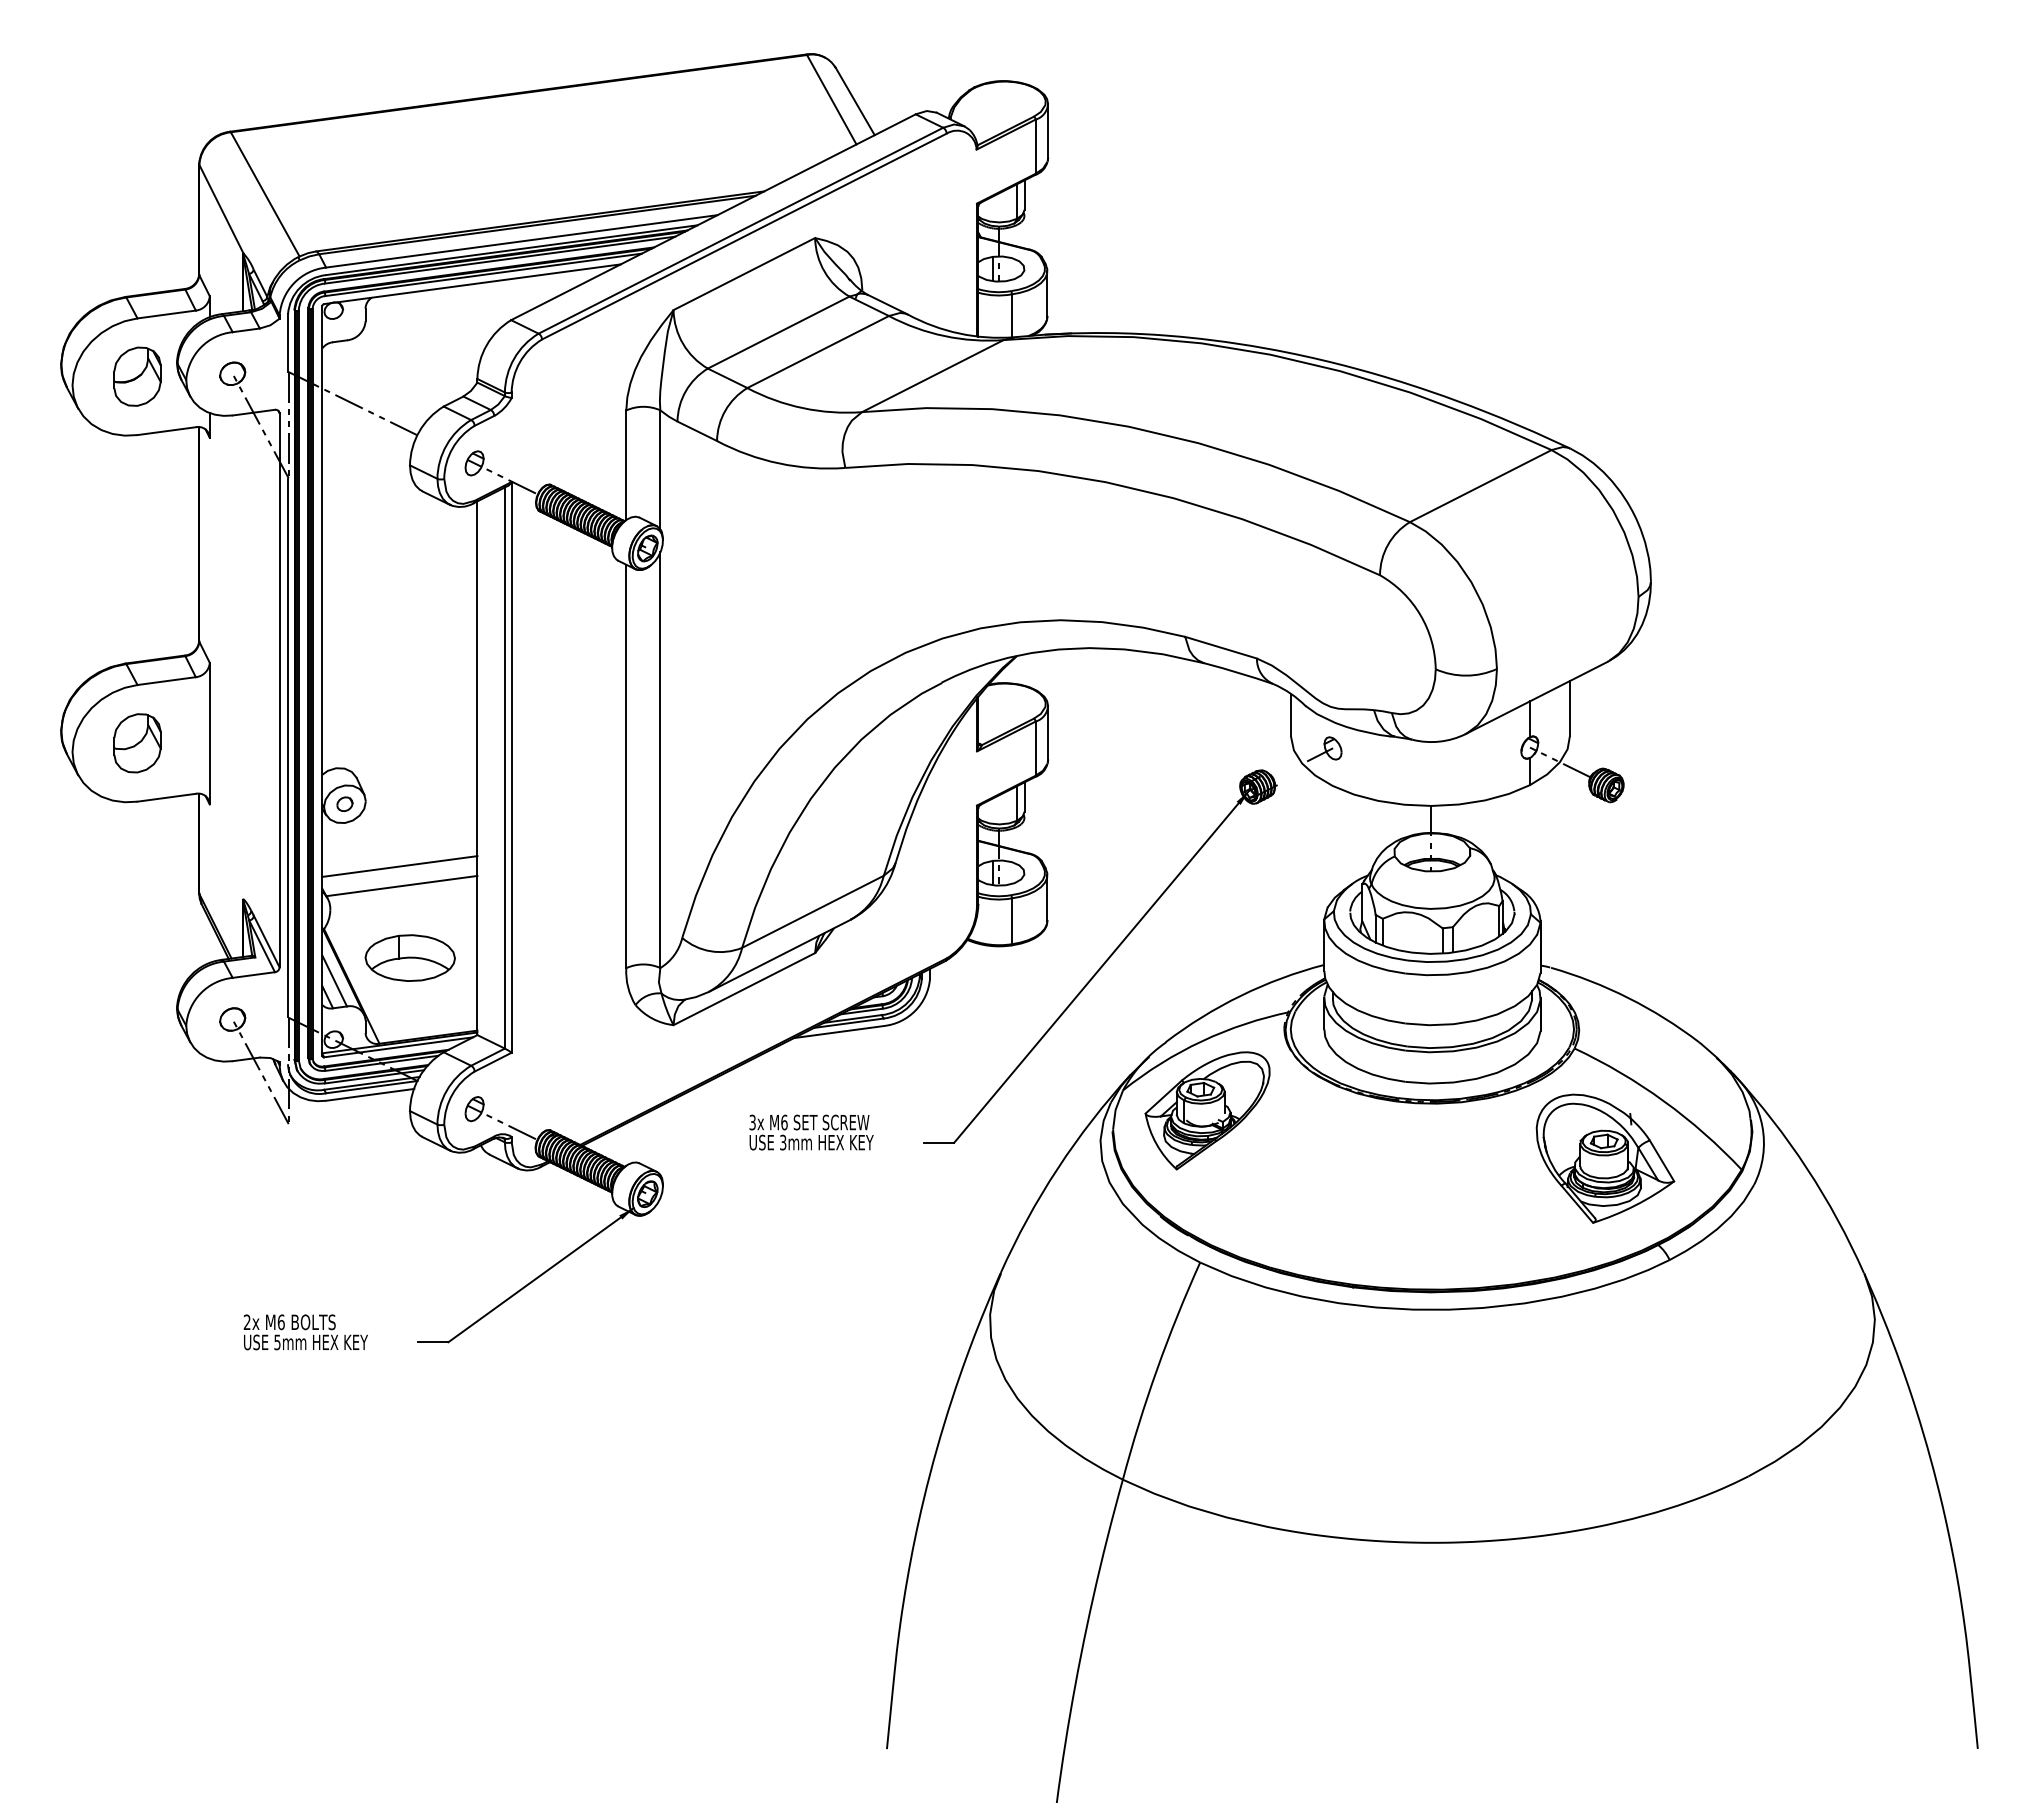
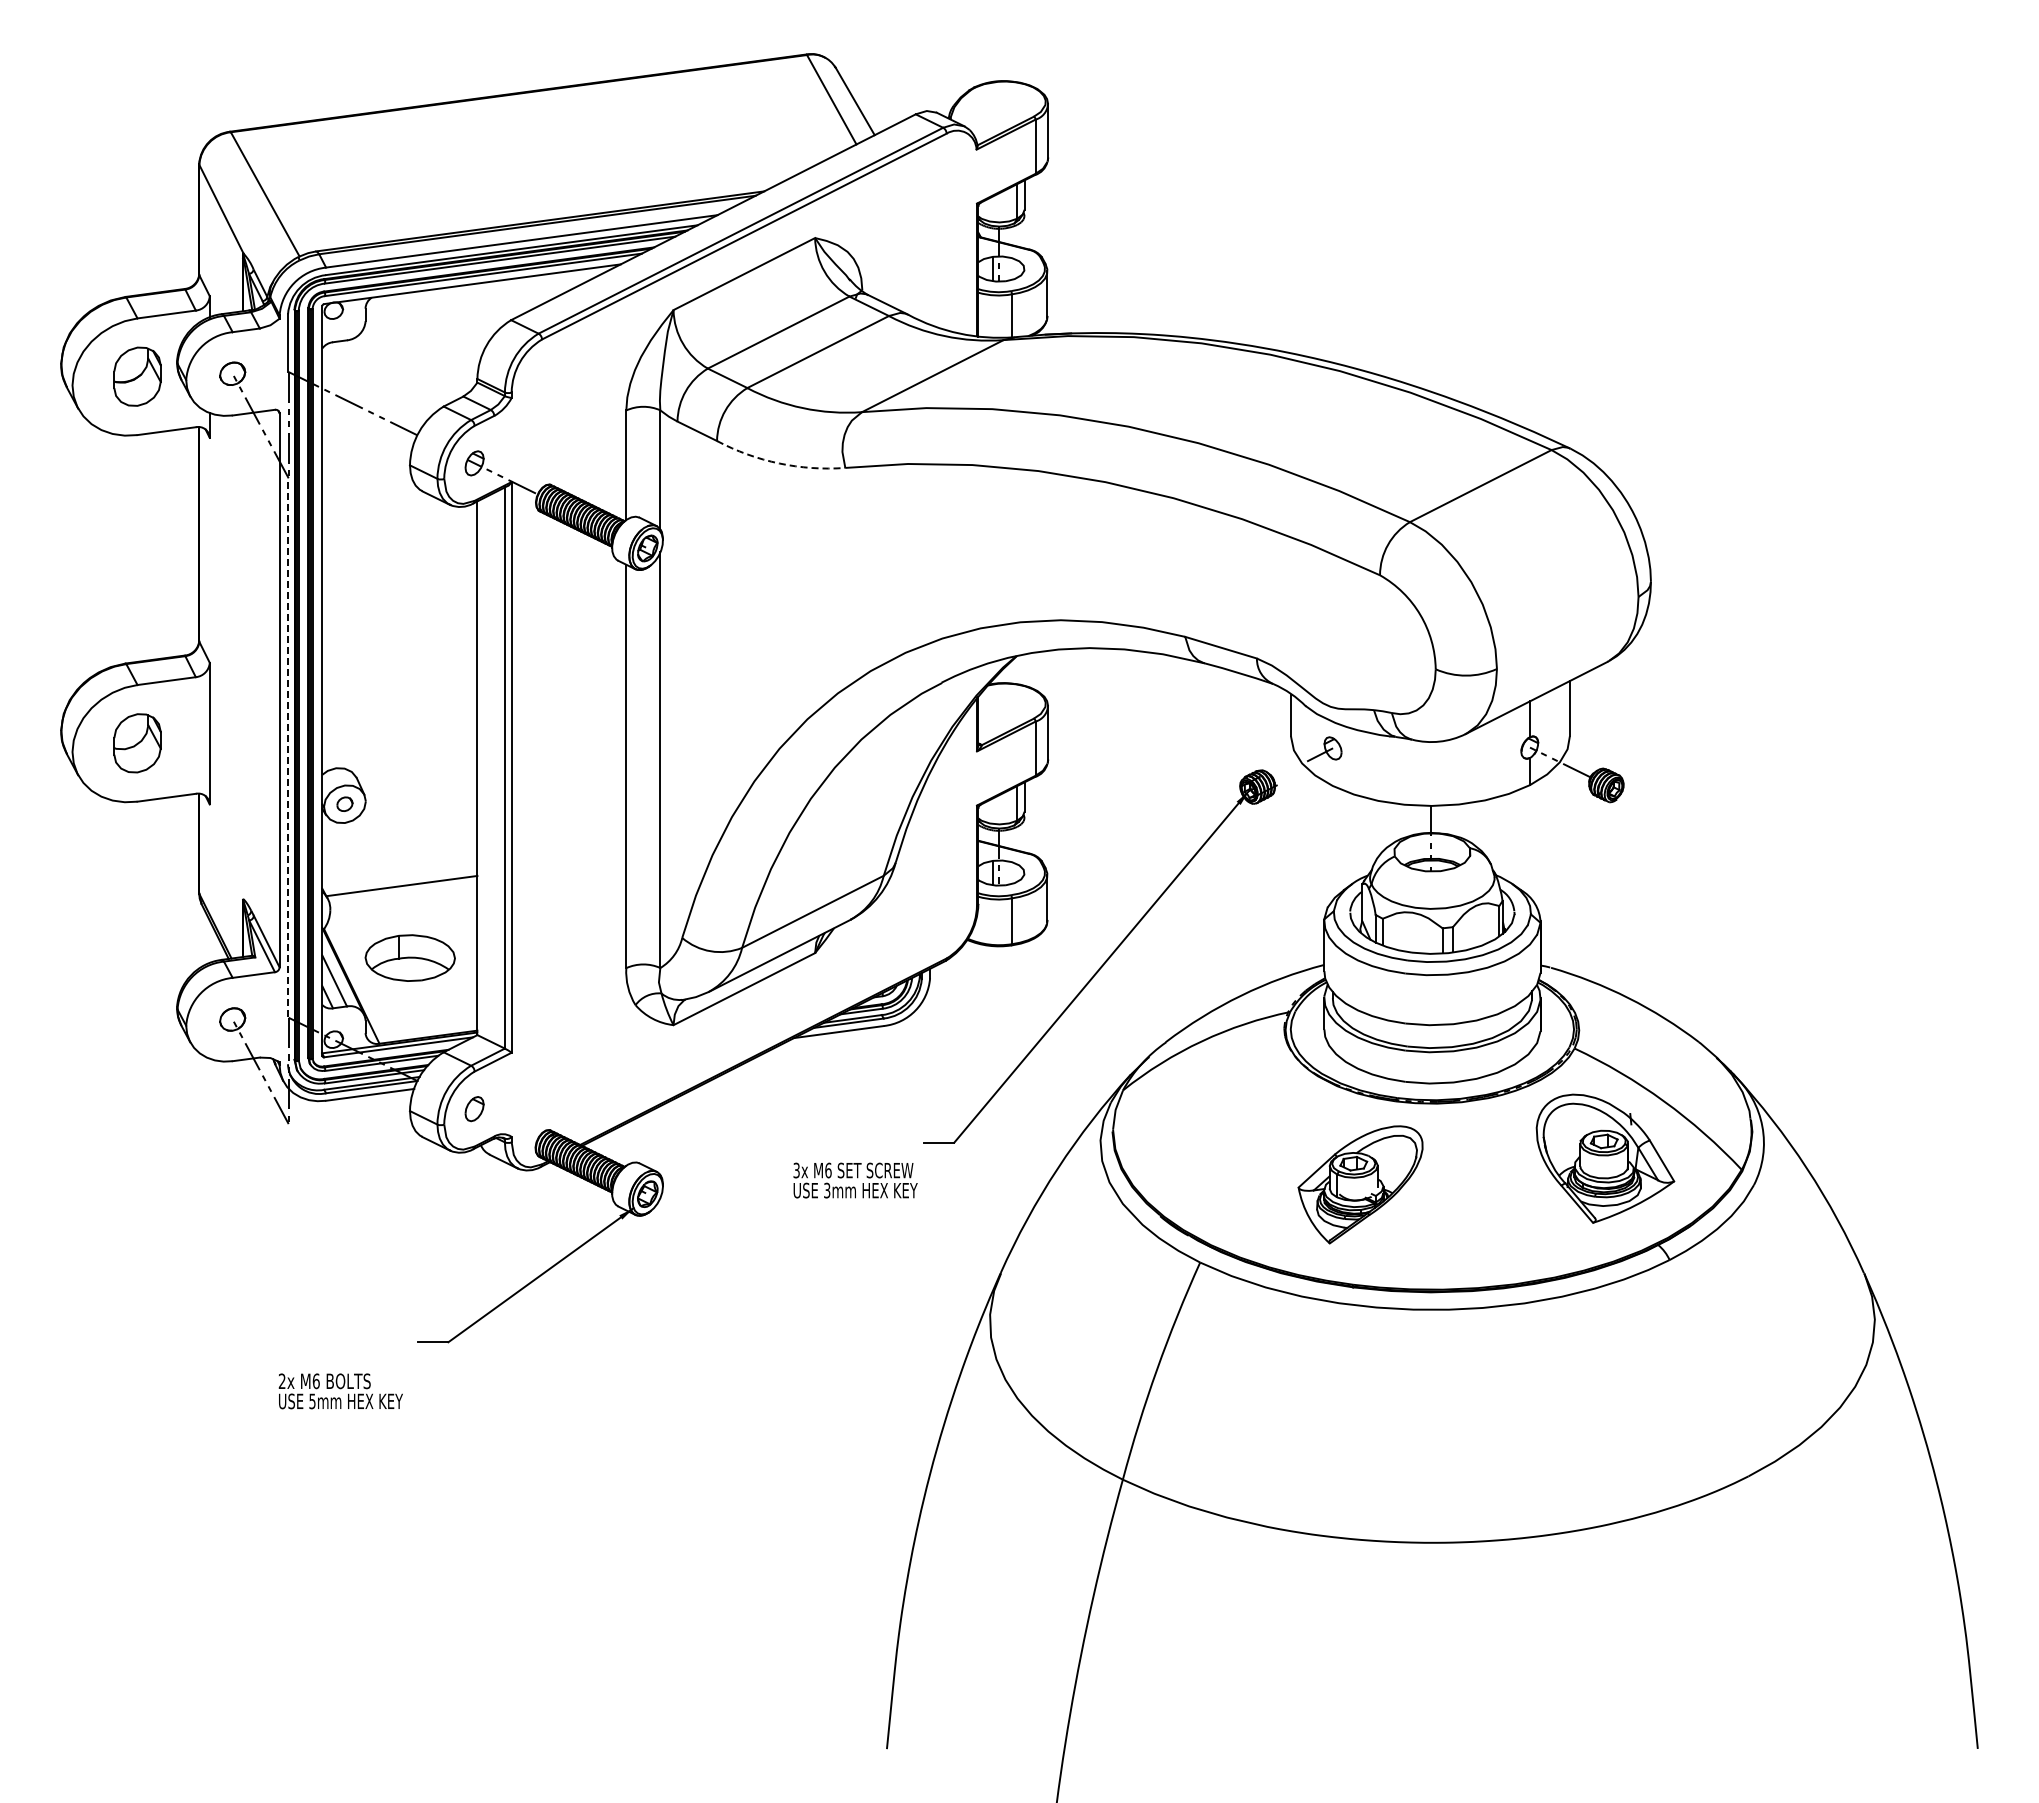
arc at (779, 463): solid -> dashed
line at (288, 747): solid -> dashed
line at (399, 866): present -> none
part at (1207, 1110) position: (1207, 1110) -> (1360, 1184)
line at (501, 1122): present -> none
text at (811, 1132) position: (811, 1132) -> (855, 1180)
text at (305, 1332) position: (305, 1332) -> (340, 1391)
